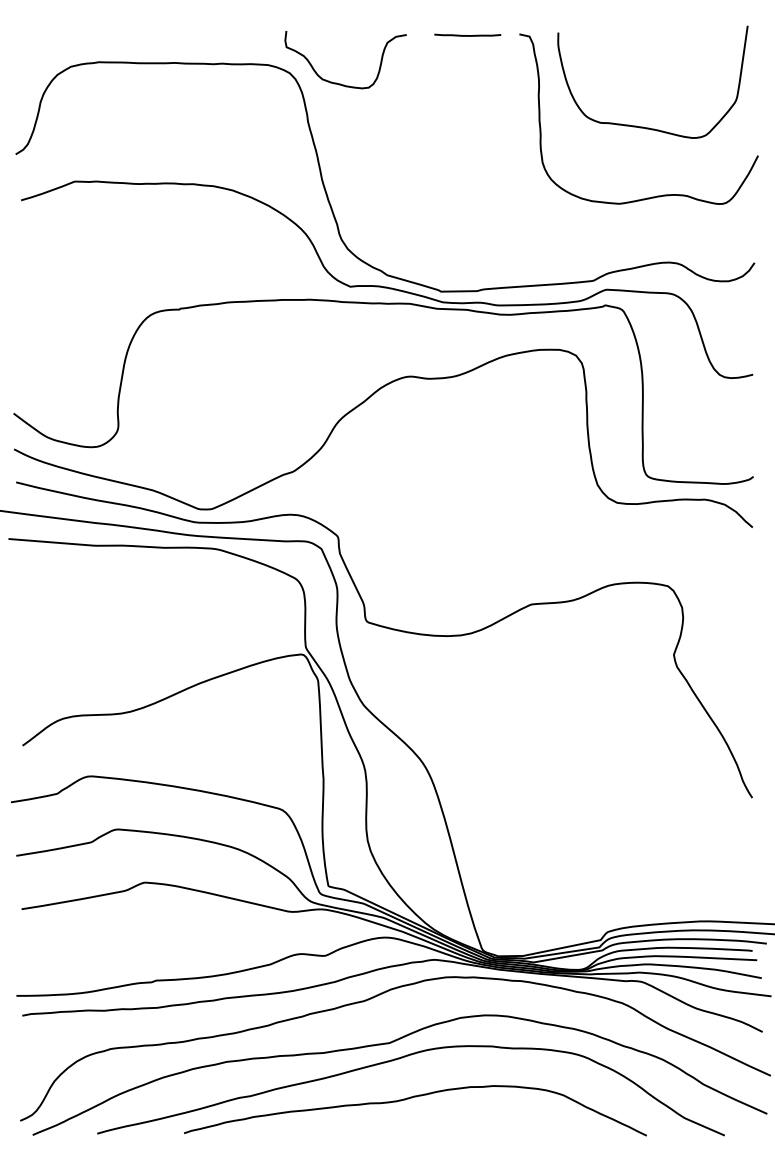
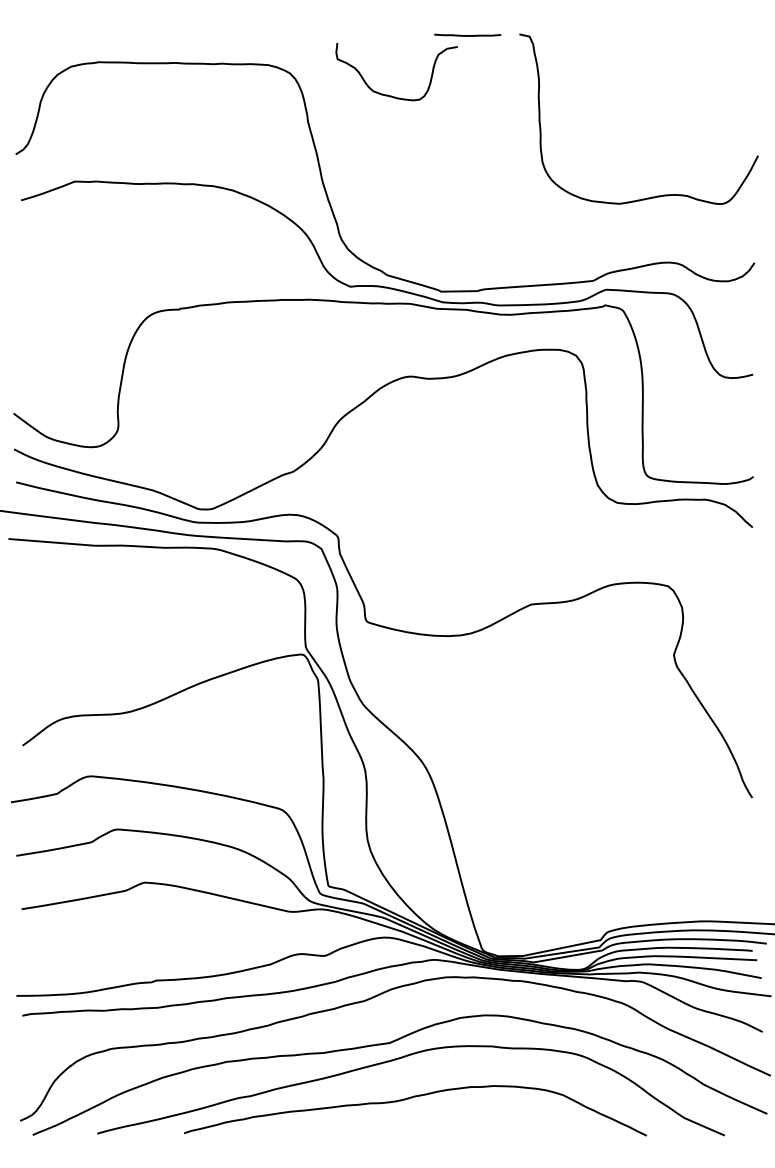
curve at (340, 83) position: (340, 83) -> (391, 95)
curve at (643, 126): present -> none
